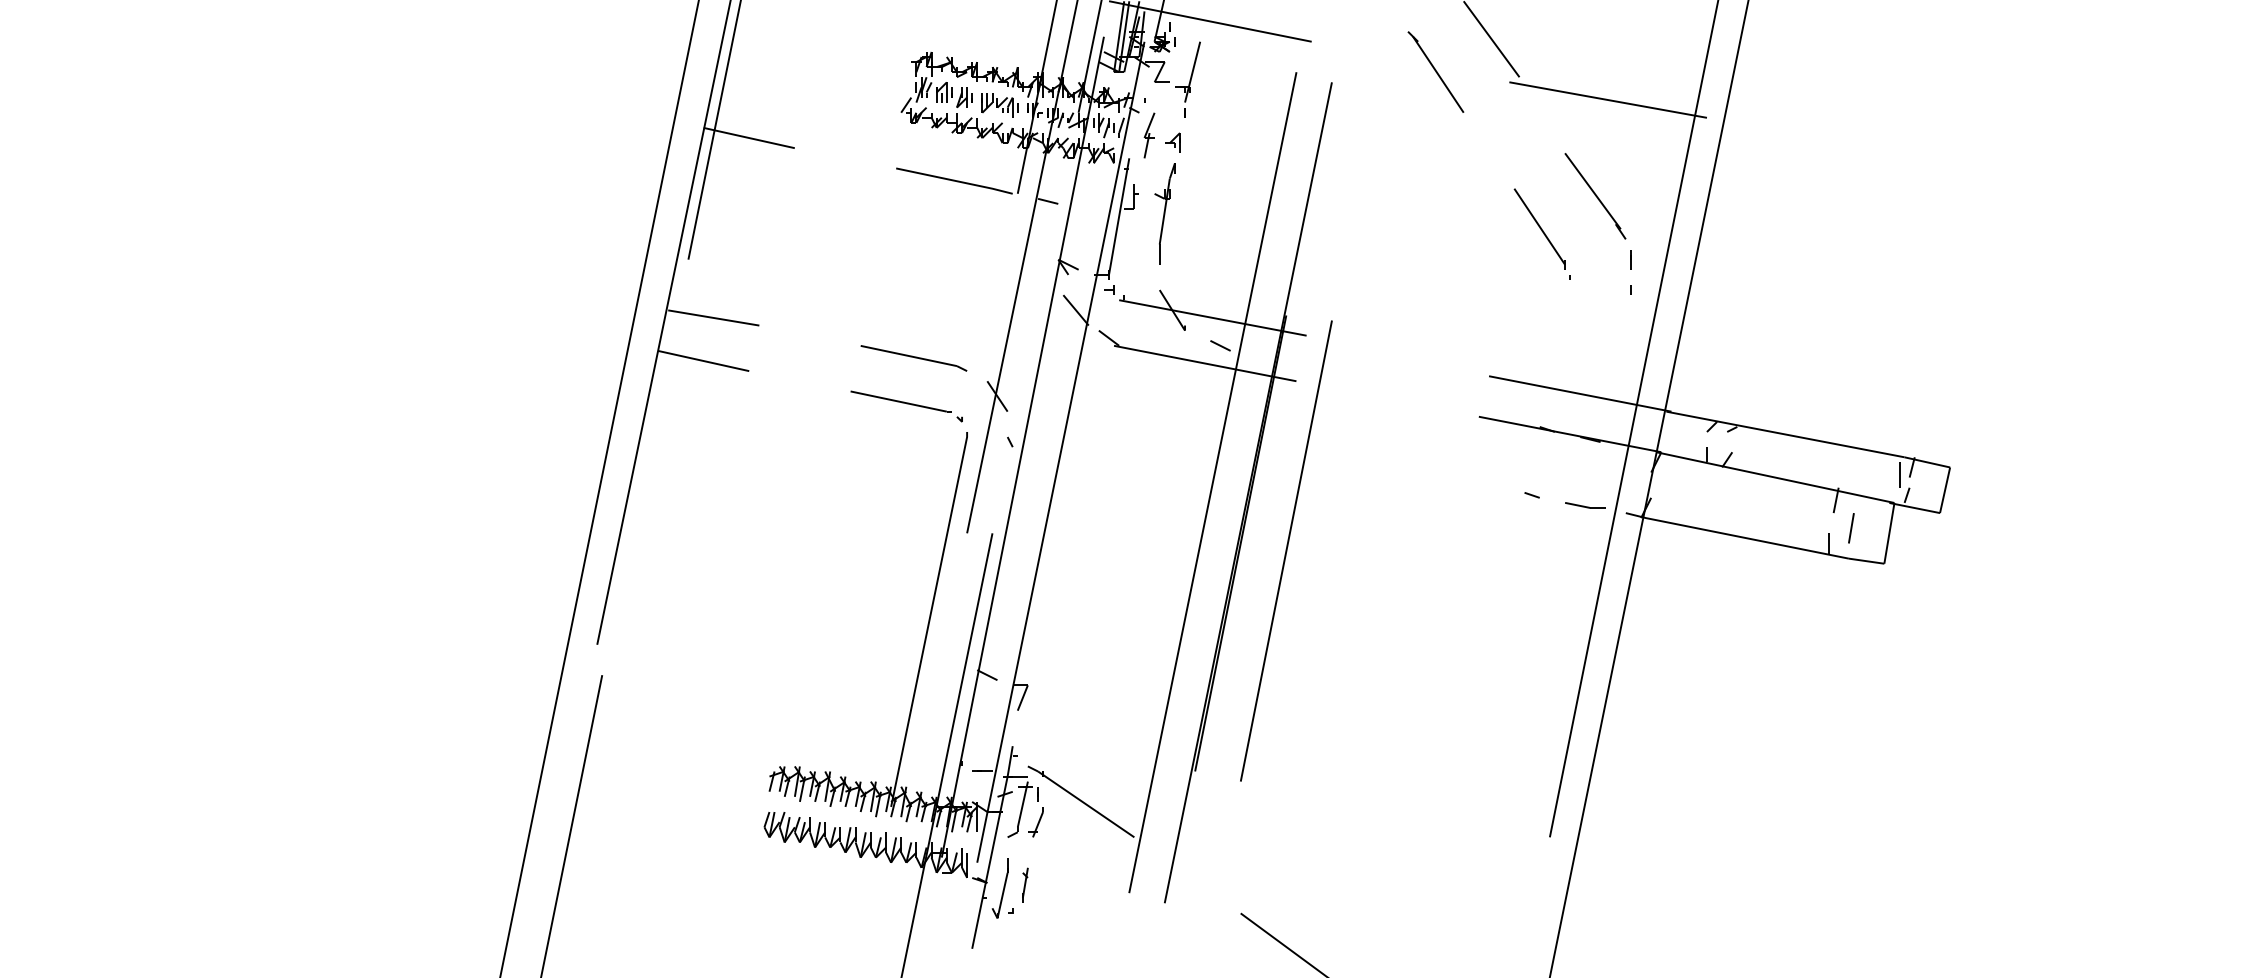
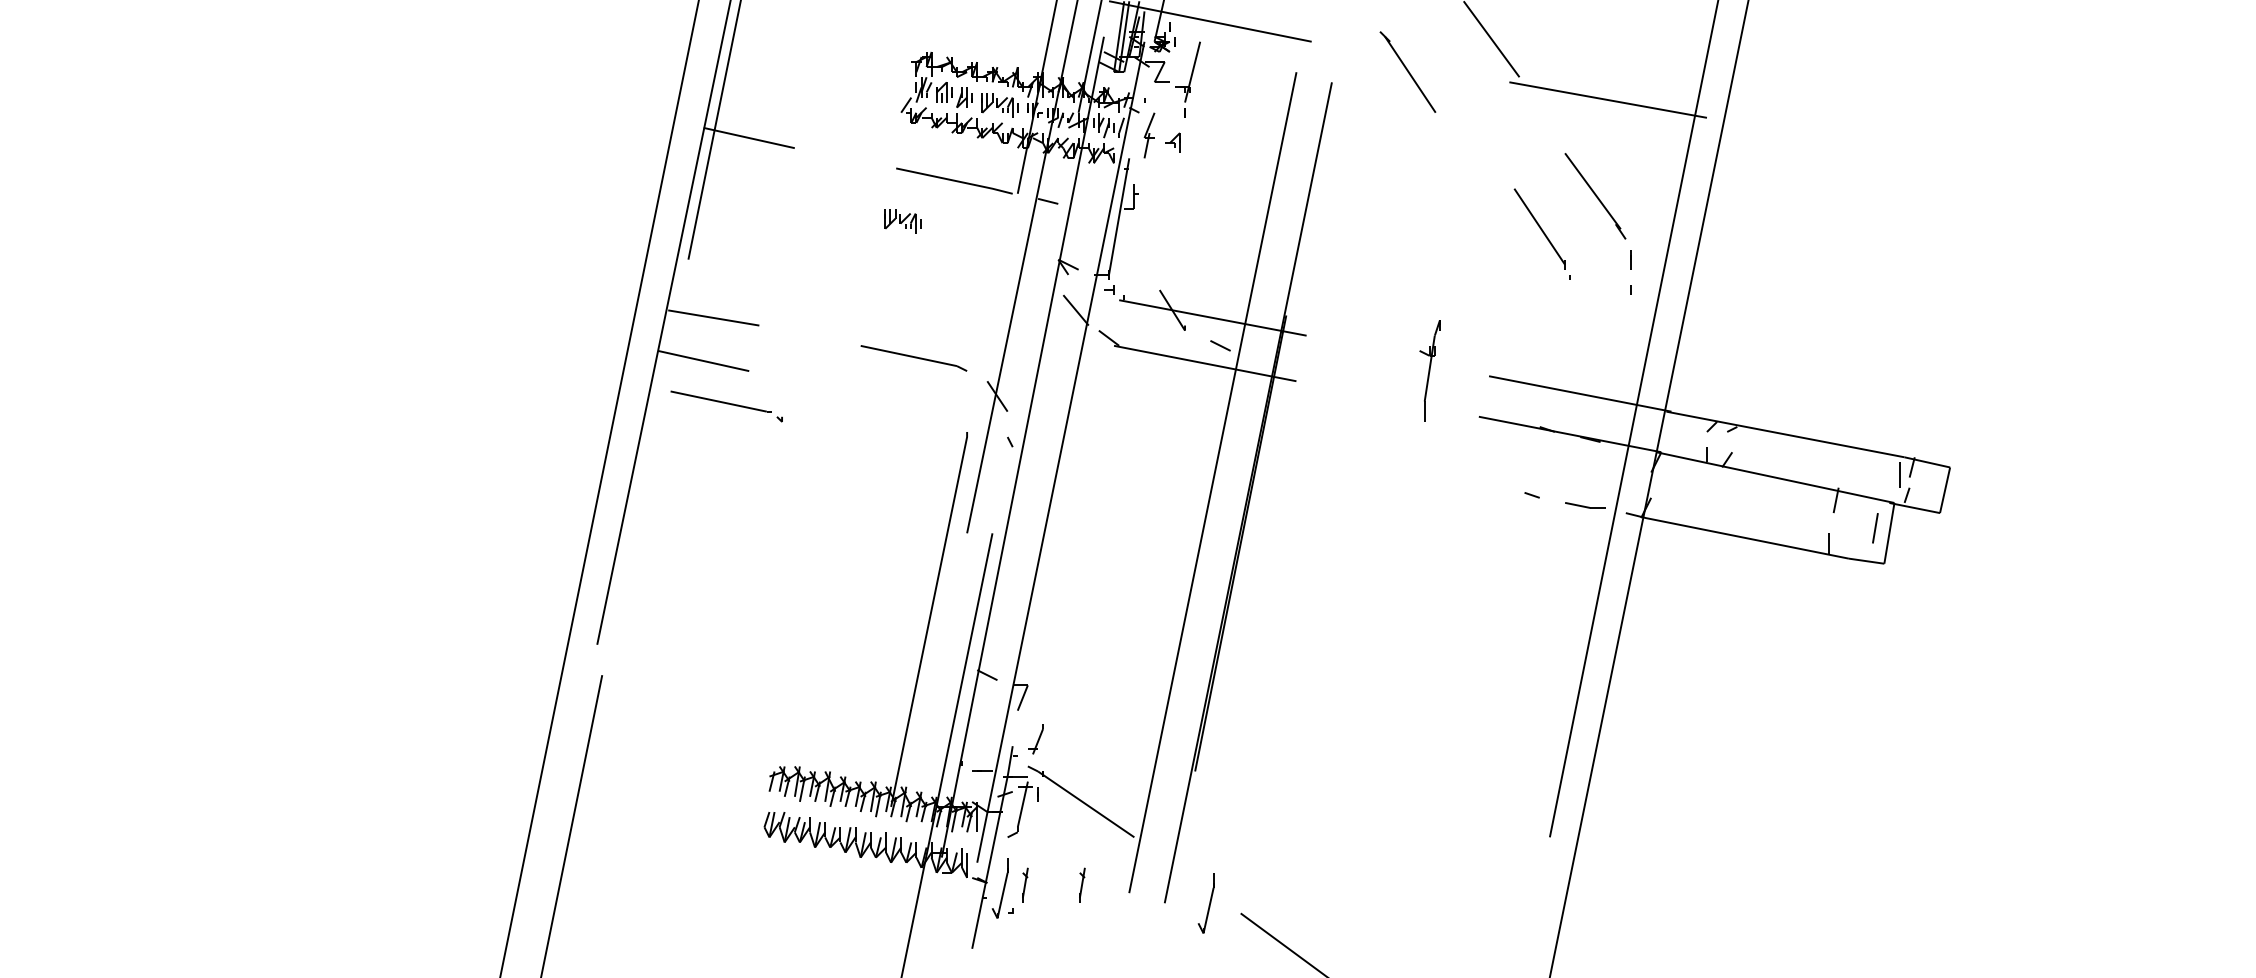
part at (1435, 71) position: (1435, 71) -> (1407, 71)
part at (1164, 213) position: (1164, 213) -> (1429, 370)
part at (902, 221): none -> present
part at (906, 406) position: (906, 406) -> (726, 406)
line at (1851, 528) position: (1851, 528) -> (1875, 528)
line at (1286, 550): present -> none
part at (1035, 822) position: (1035, 822) -> (1035, 739)
part at (1082, 884): none -> present
part at (1205, 903): none -> present
